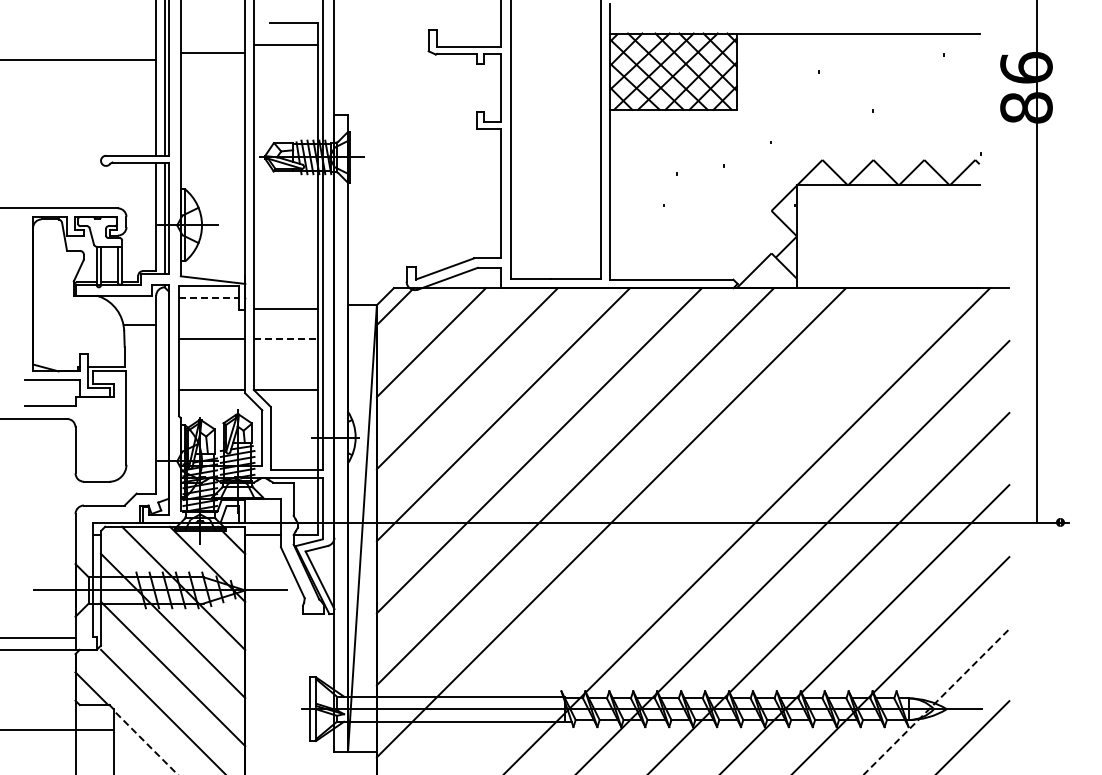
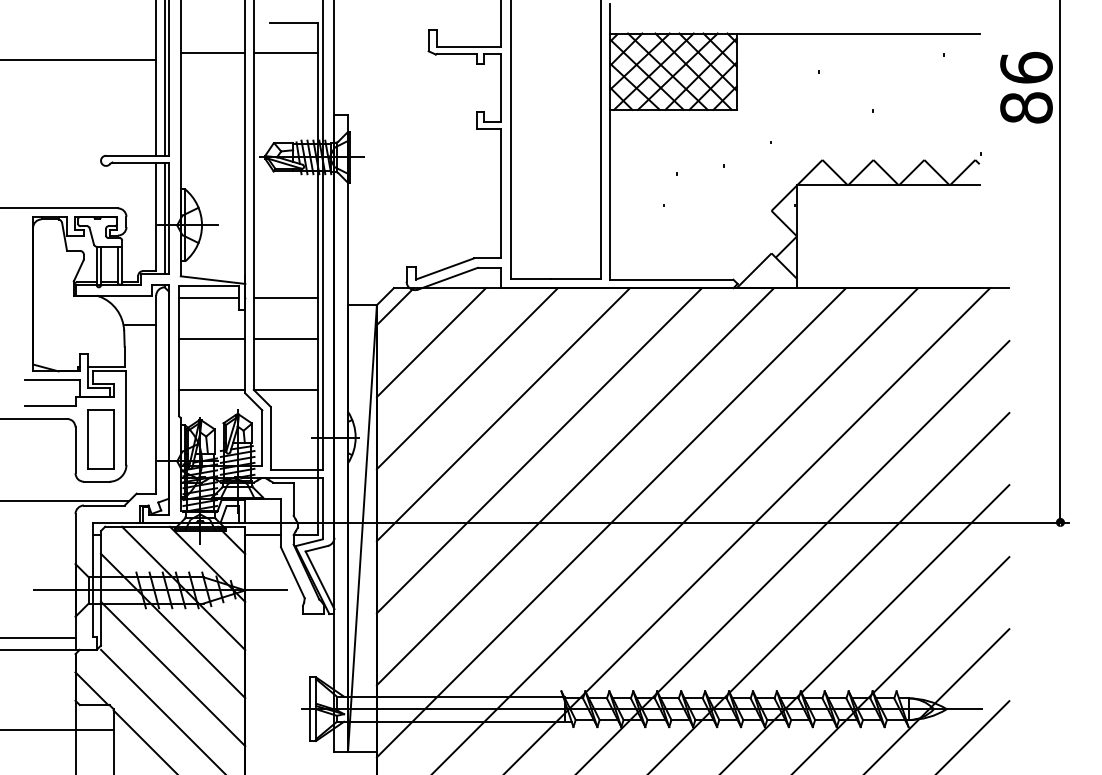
line at (285, 45) position: (285, 45) -> (285, 53)
line at (1037, 262) position: (1037, 262) -> (1060, 262)
line at (208, 297): dashed -> solid
line at (285, 308) position: (285, 308) -> (285, 297)
line at (286, 339): dashed -> solid
part at (100, 439): none -> present
line at (65, 501): none -> present
line at (676, 529): none -> present
line at (936, 701): dashed -> solid
line at (145, 742): dashed -> solid
